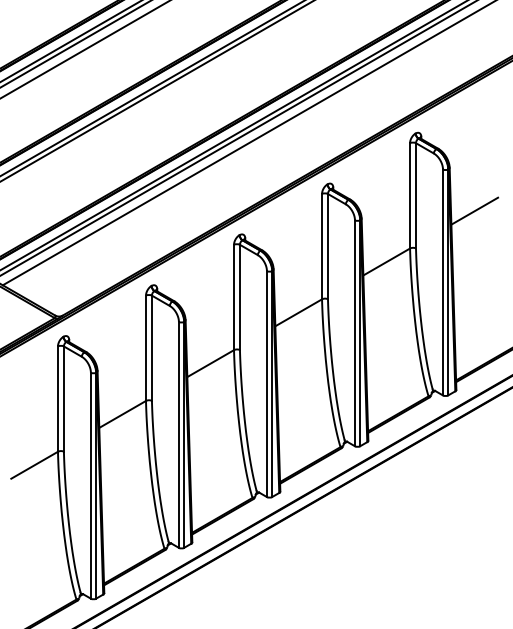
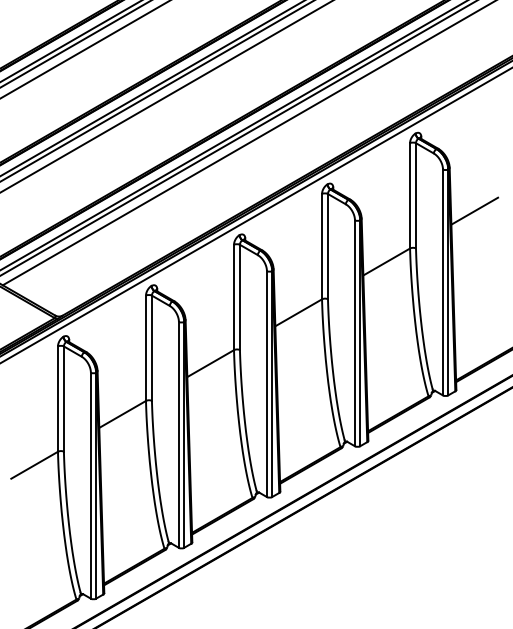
line at (166, 96): none -> present
line at (255, 215): none -> present
